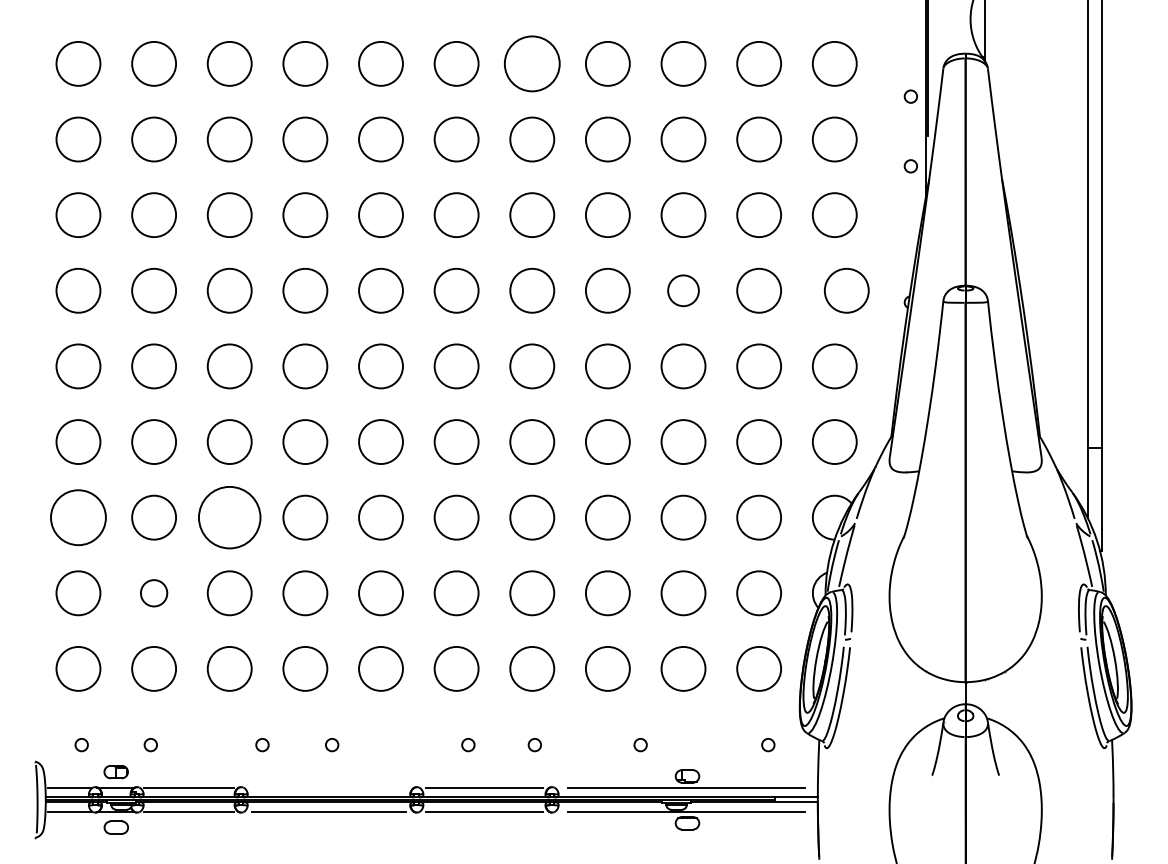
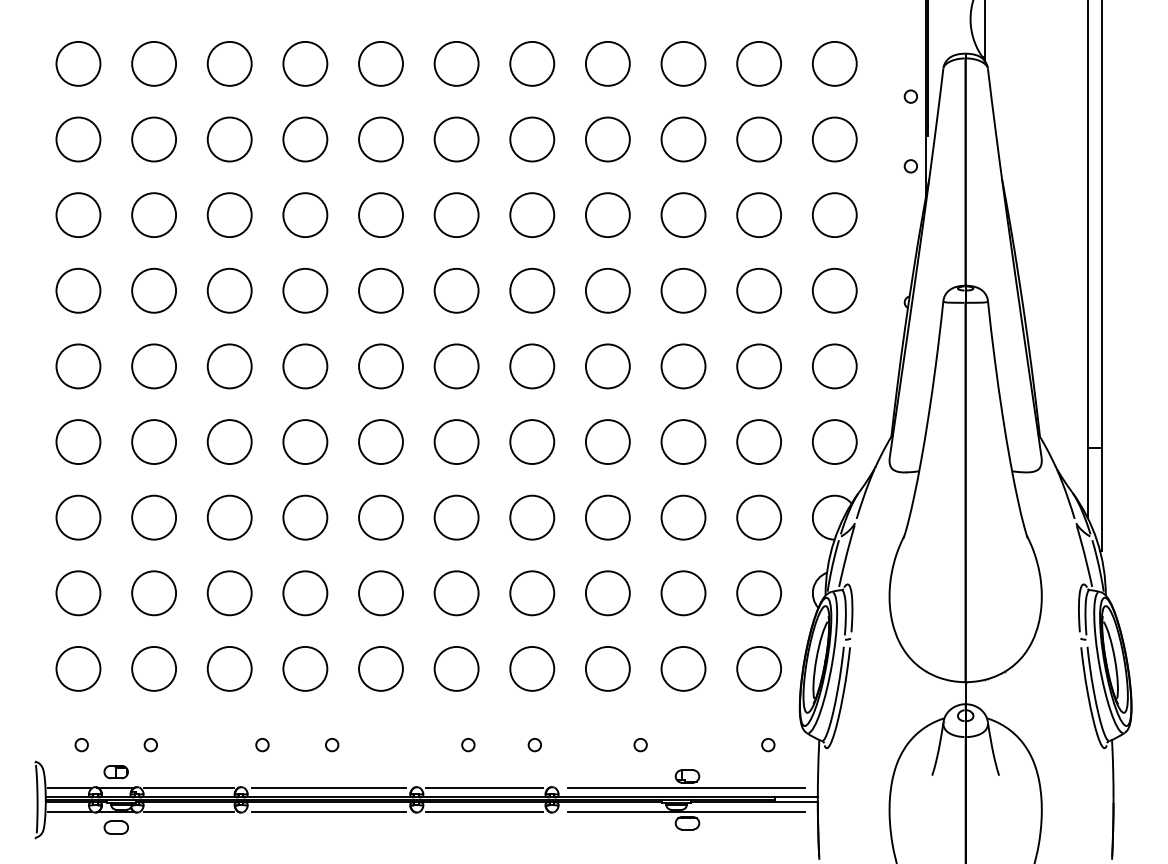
circle at (531, 63) diameter: 55 px -> 44 px
circle at (683, 290) diameter: 31 px -> 44 px
circle at (846, 290) position: (846, 290) -> (834, 290)
circle at (78, 517) size: 57x58 px -> 47x47 px
circle at (229, 517) diameter: 62 px -> 44 px
circle at (153, 593) diameter: 26 px -> 44 px
line at (328, 787): none -> present
